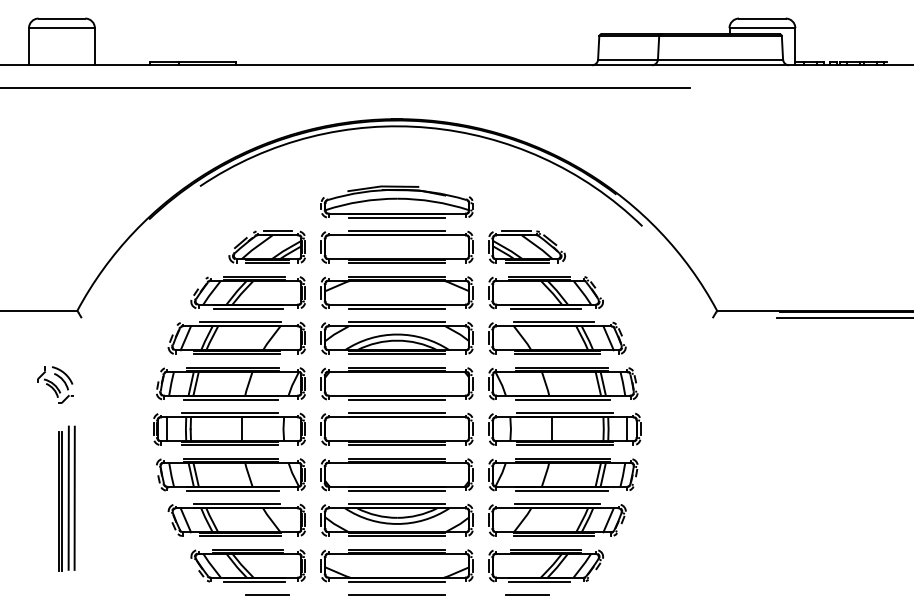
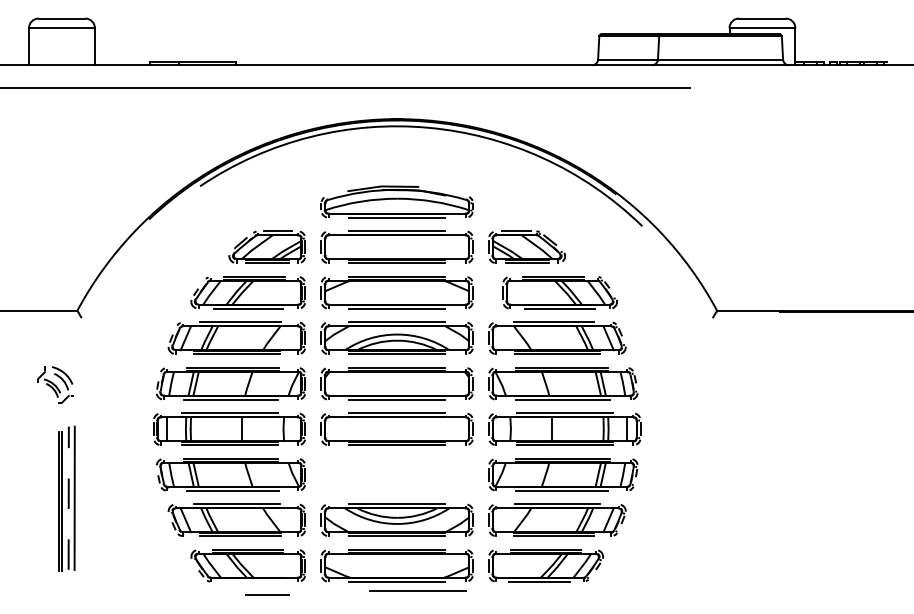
part at (545, 292) position: (545, 292) -> (559, 292)
line at (843, 318): present -> none
part at (396, 474): present -> none
line at (68, 498): solid -> dashed
line at (254, 581): present -> none
line at (396, 594) position: (396, 594) -> (417, 590)
line at (526, 595): present -> none
